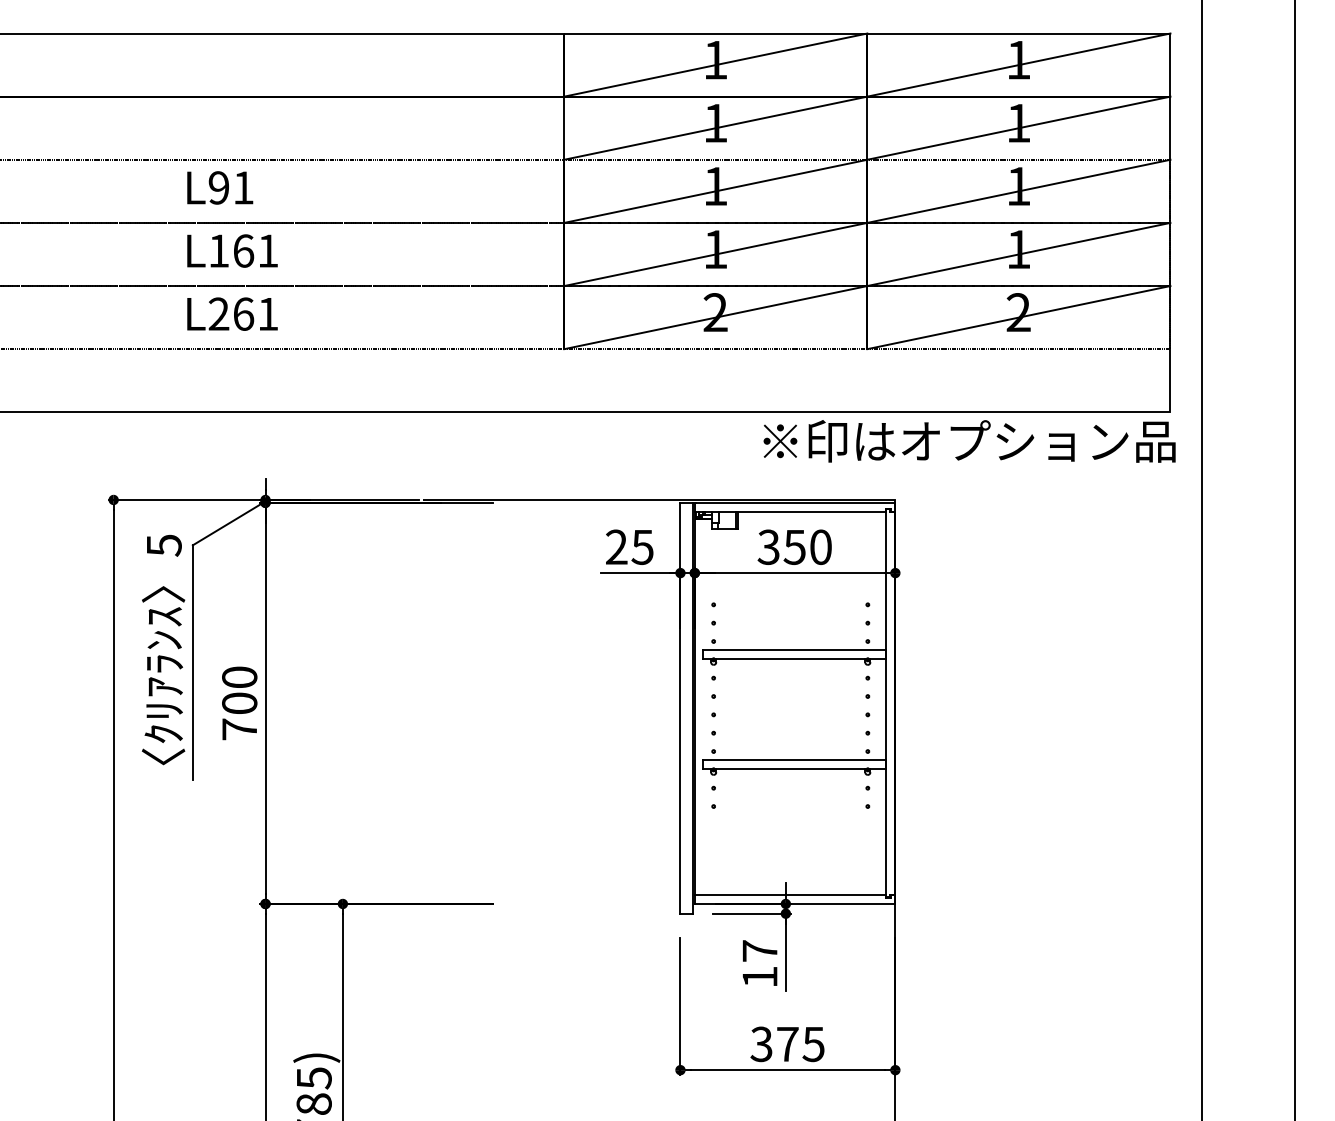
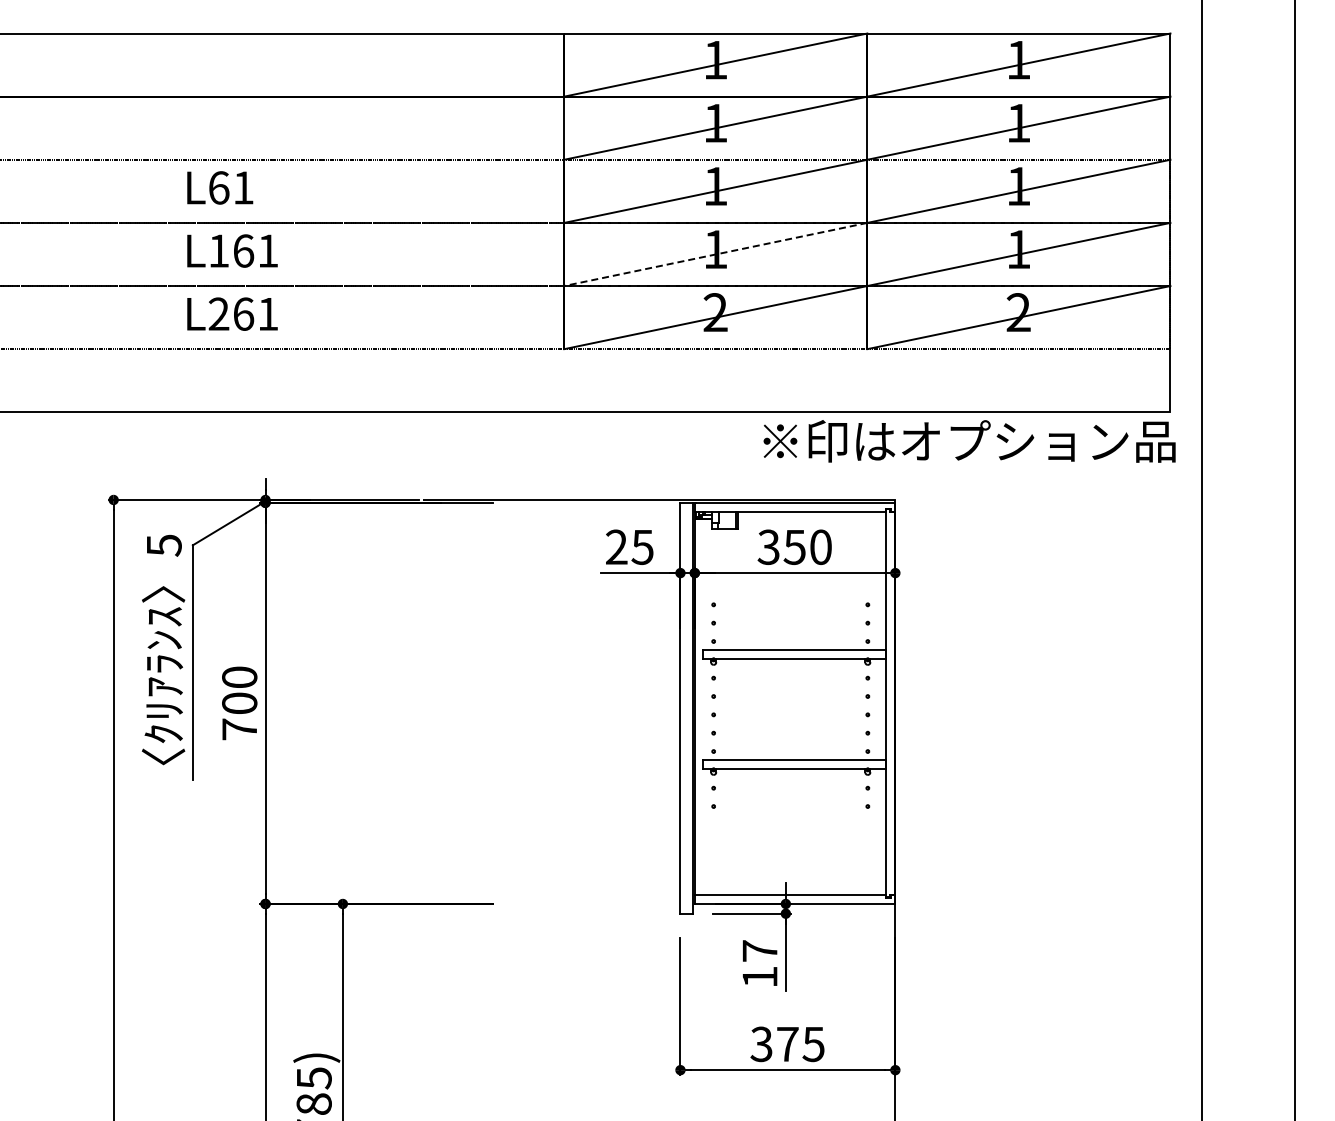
text at (218, 187): L91 -> L61
line at (715, 254): solid -> dashed
